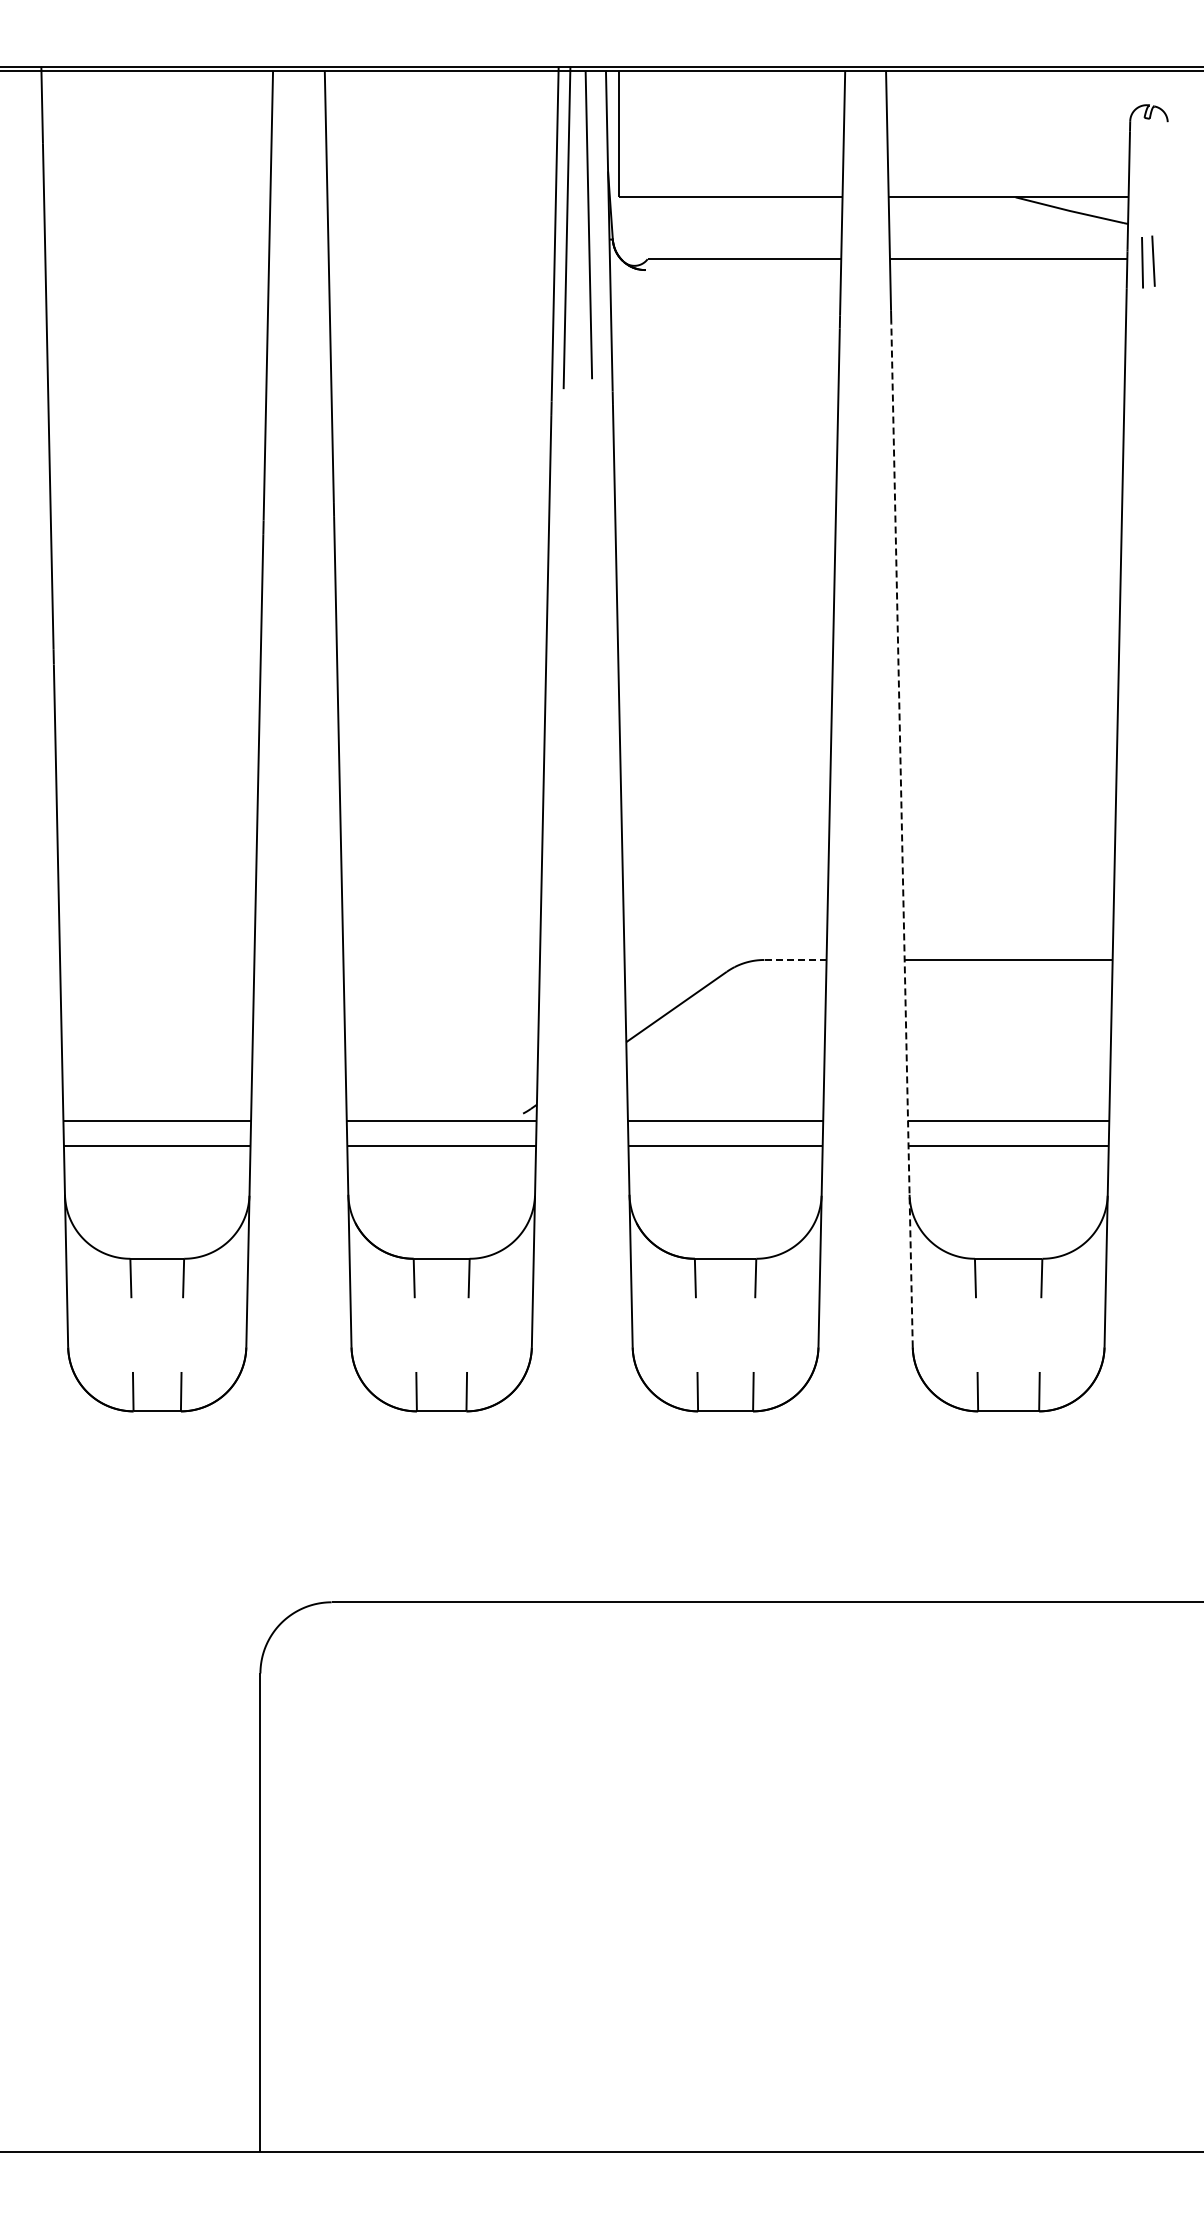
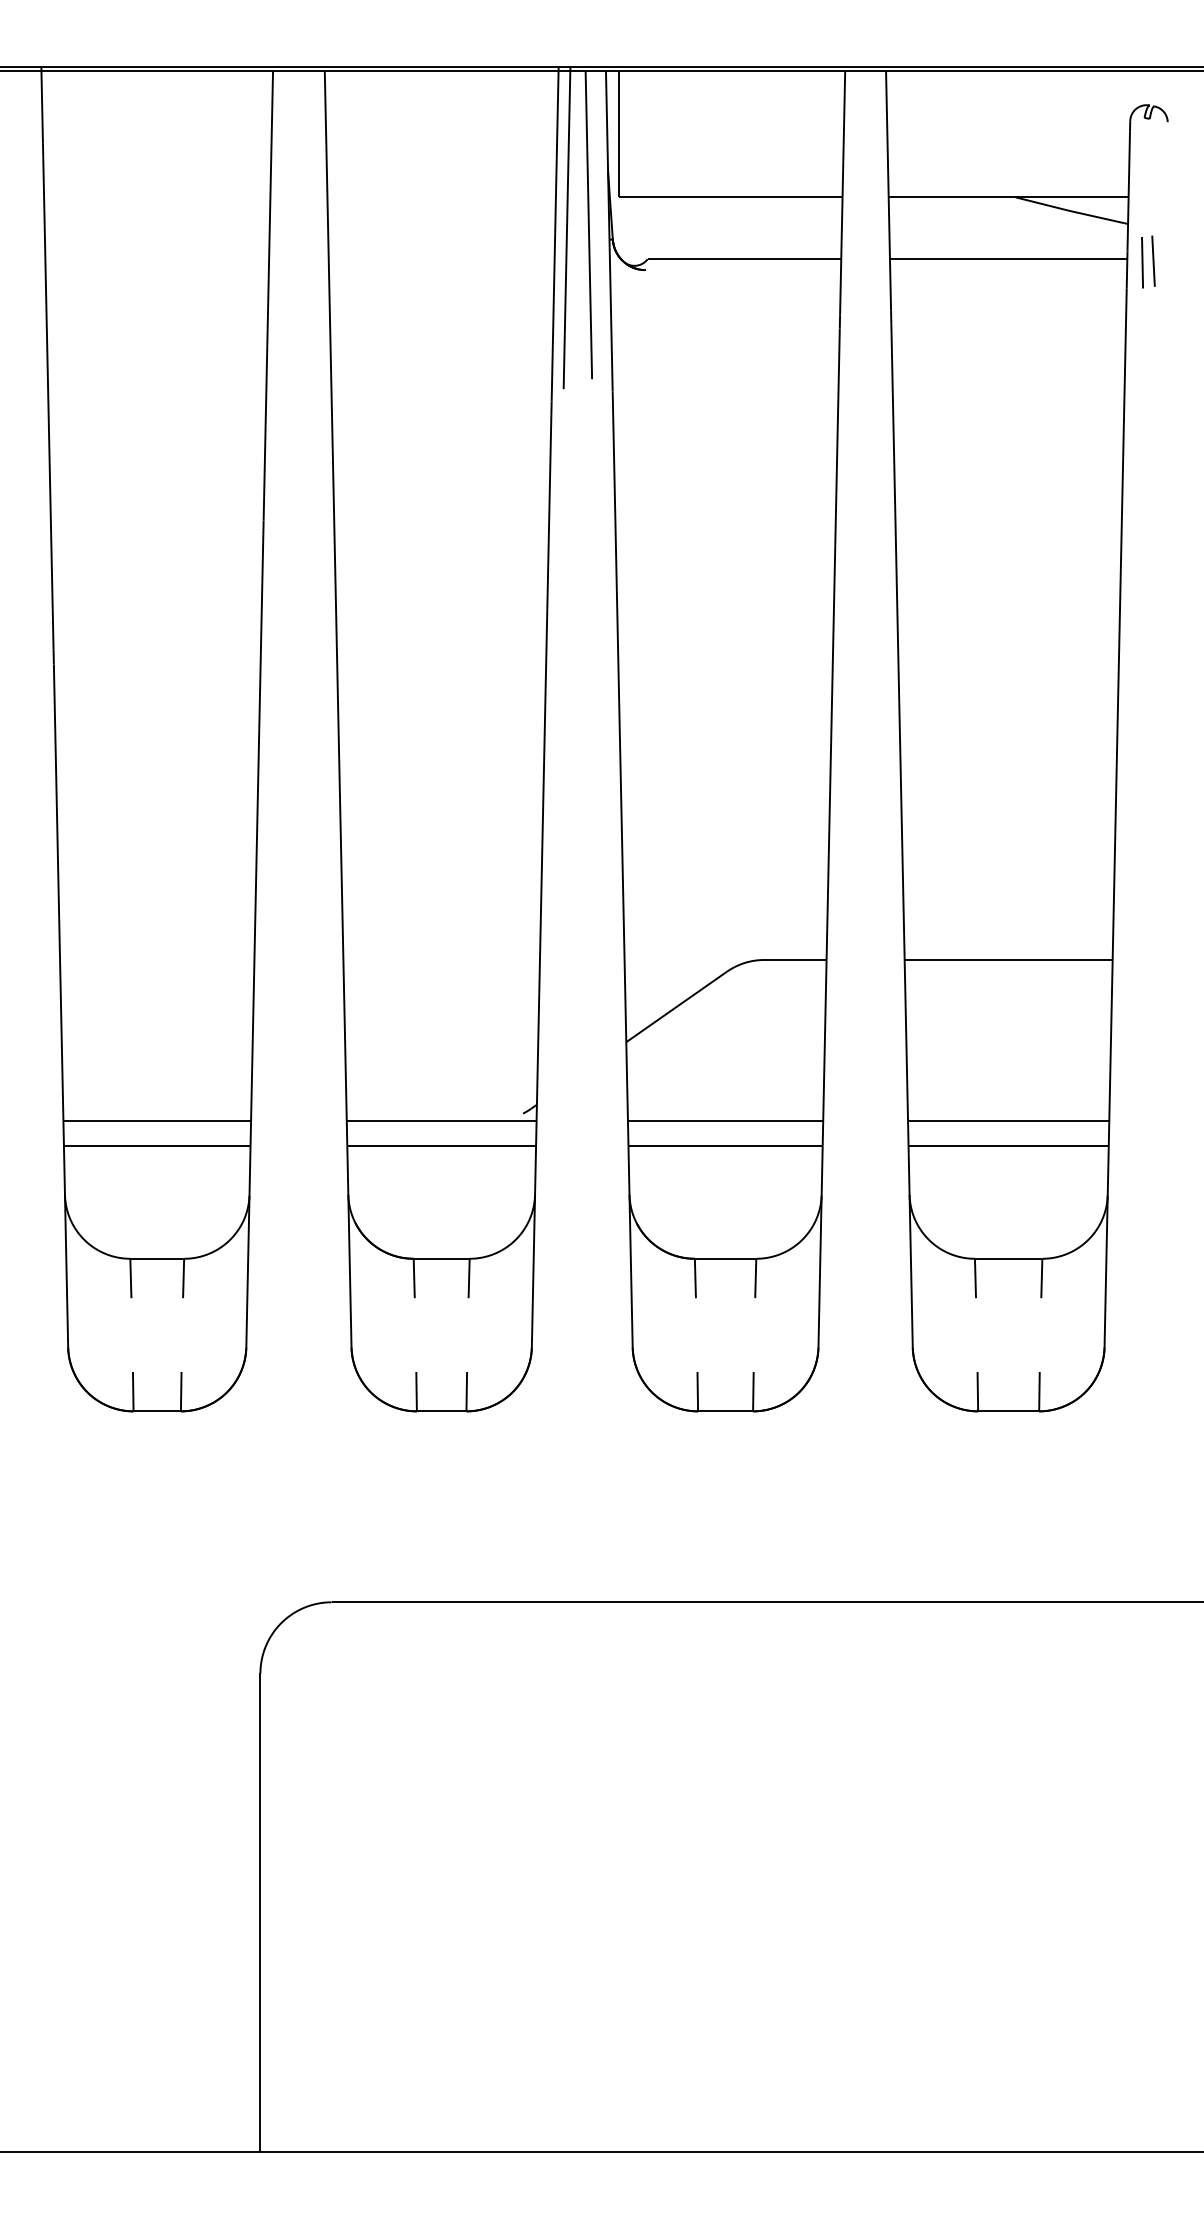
line at (902, 835): dashed -> solid
line at (794, 959): dashed -> solid
